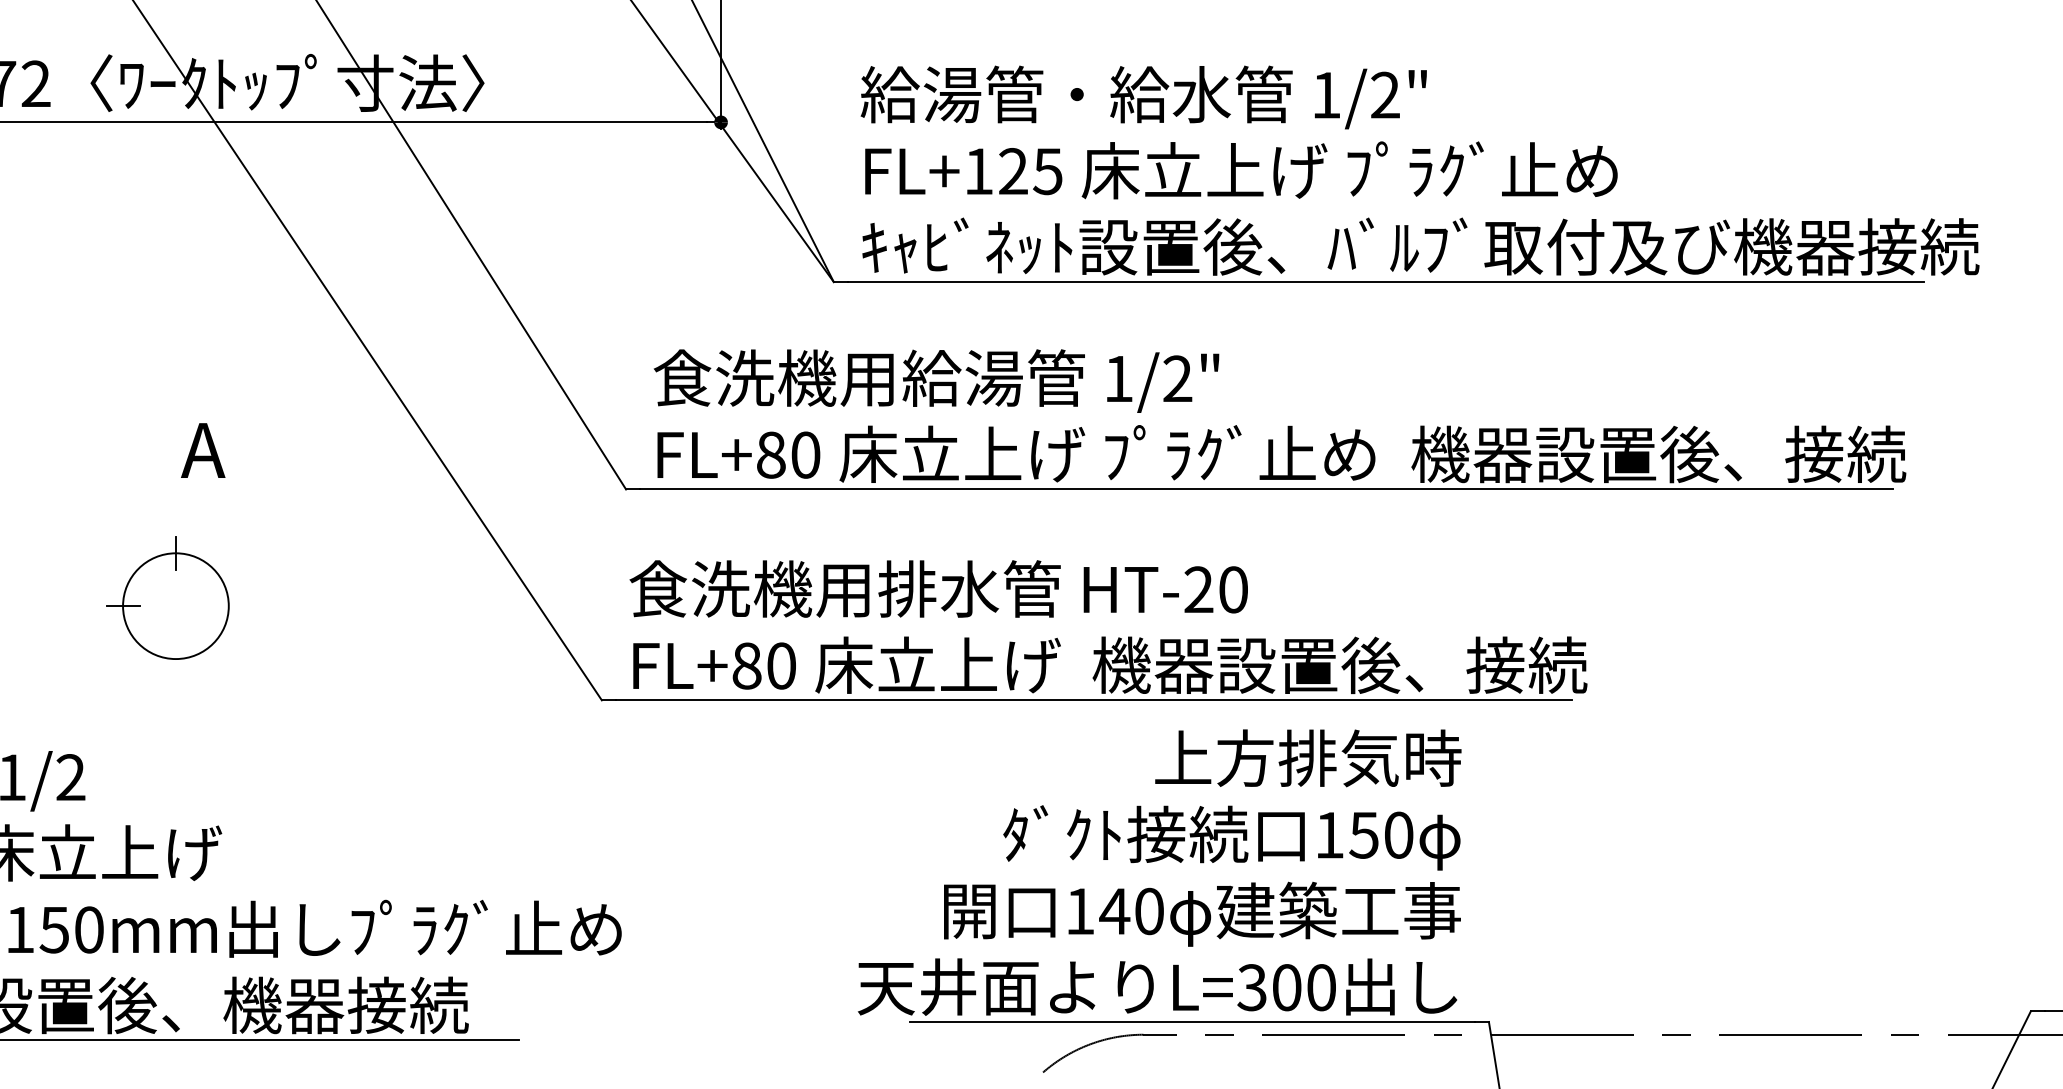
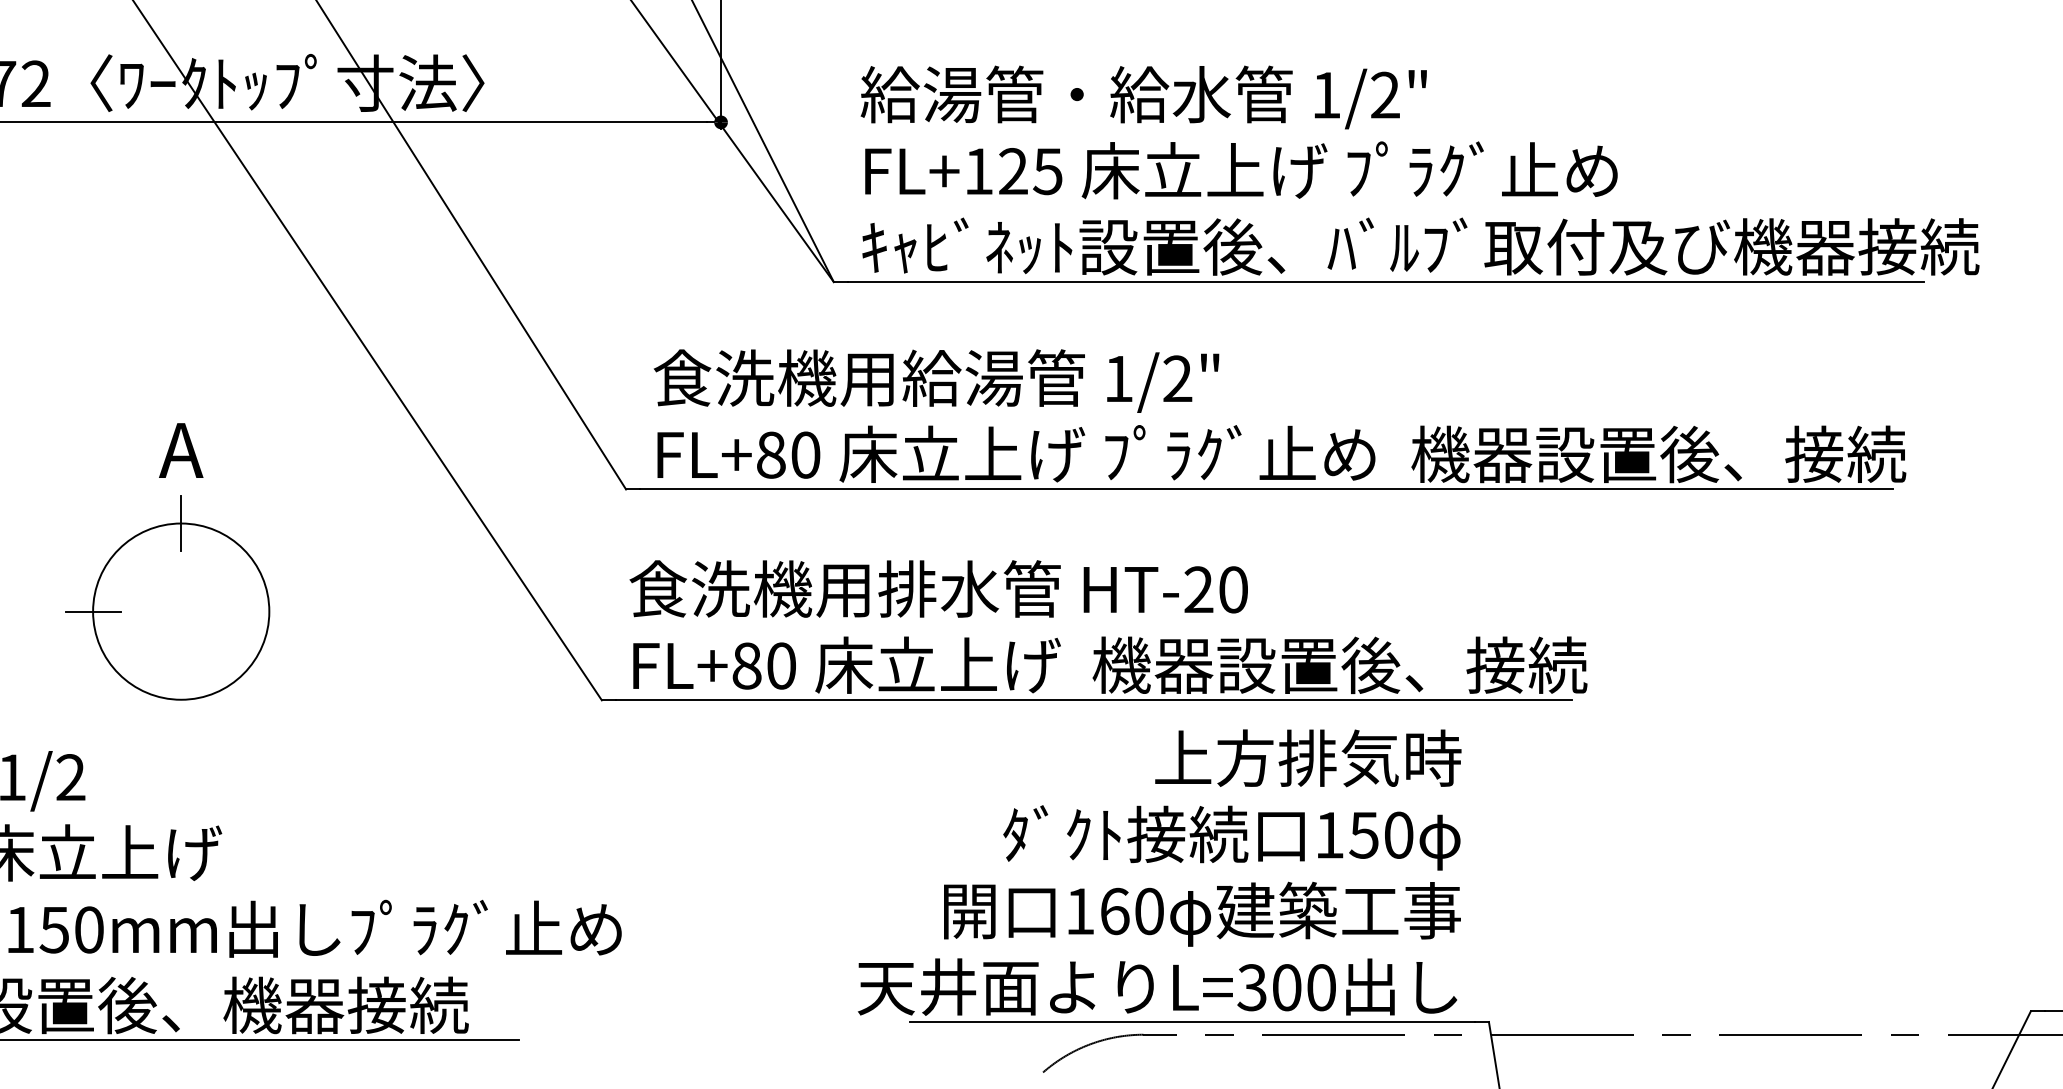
text at (203, 450) position: (203, 450) -> (181, 450)
part at (167, 597) size: 124x124 px -> 206x206 px
text at (1114, 911): 140 -> 160
